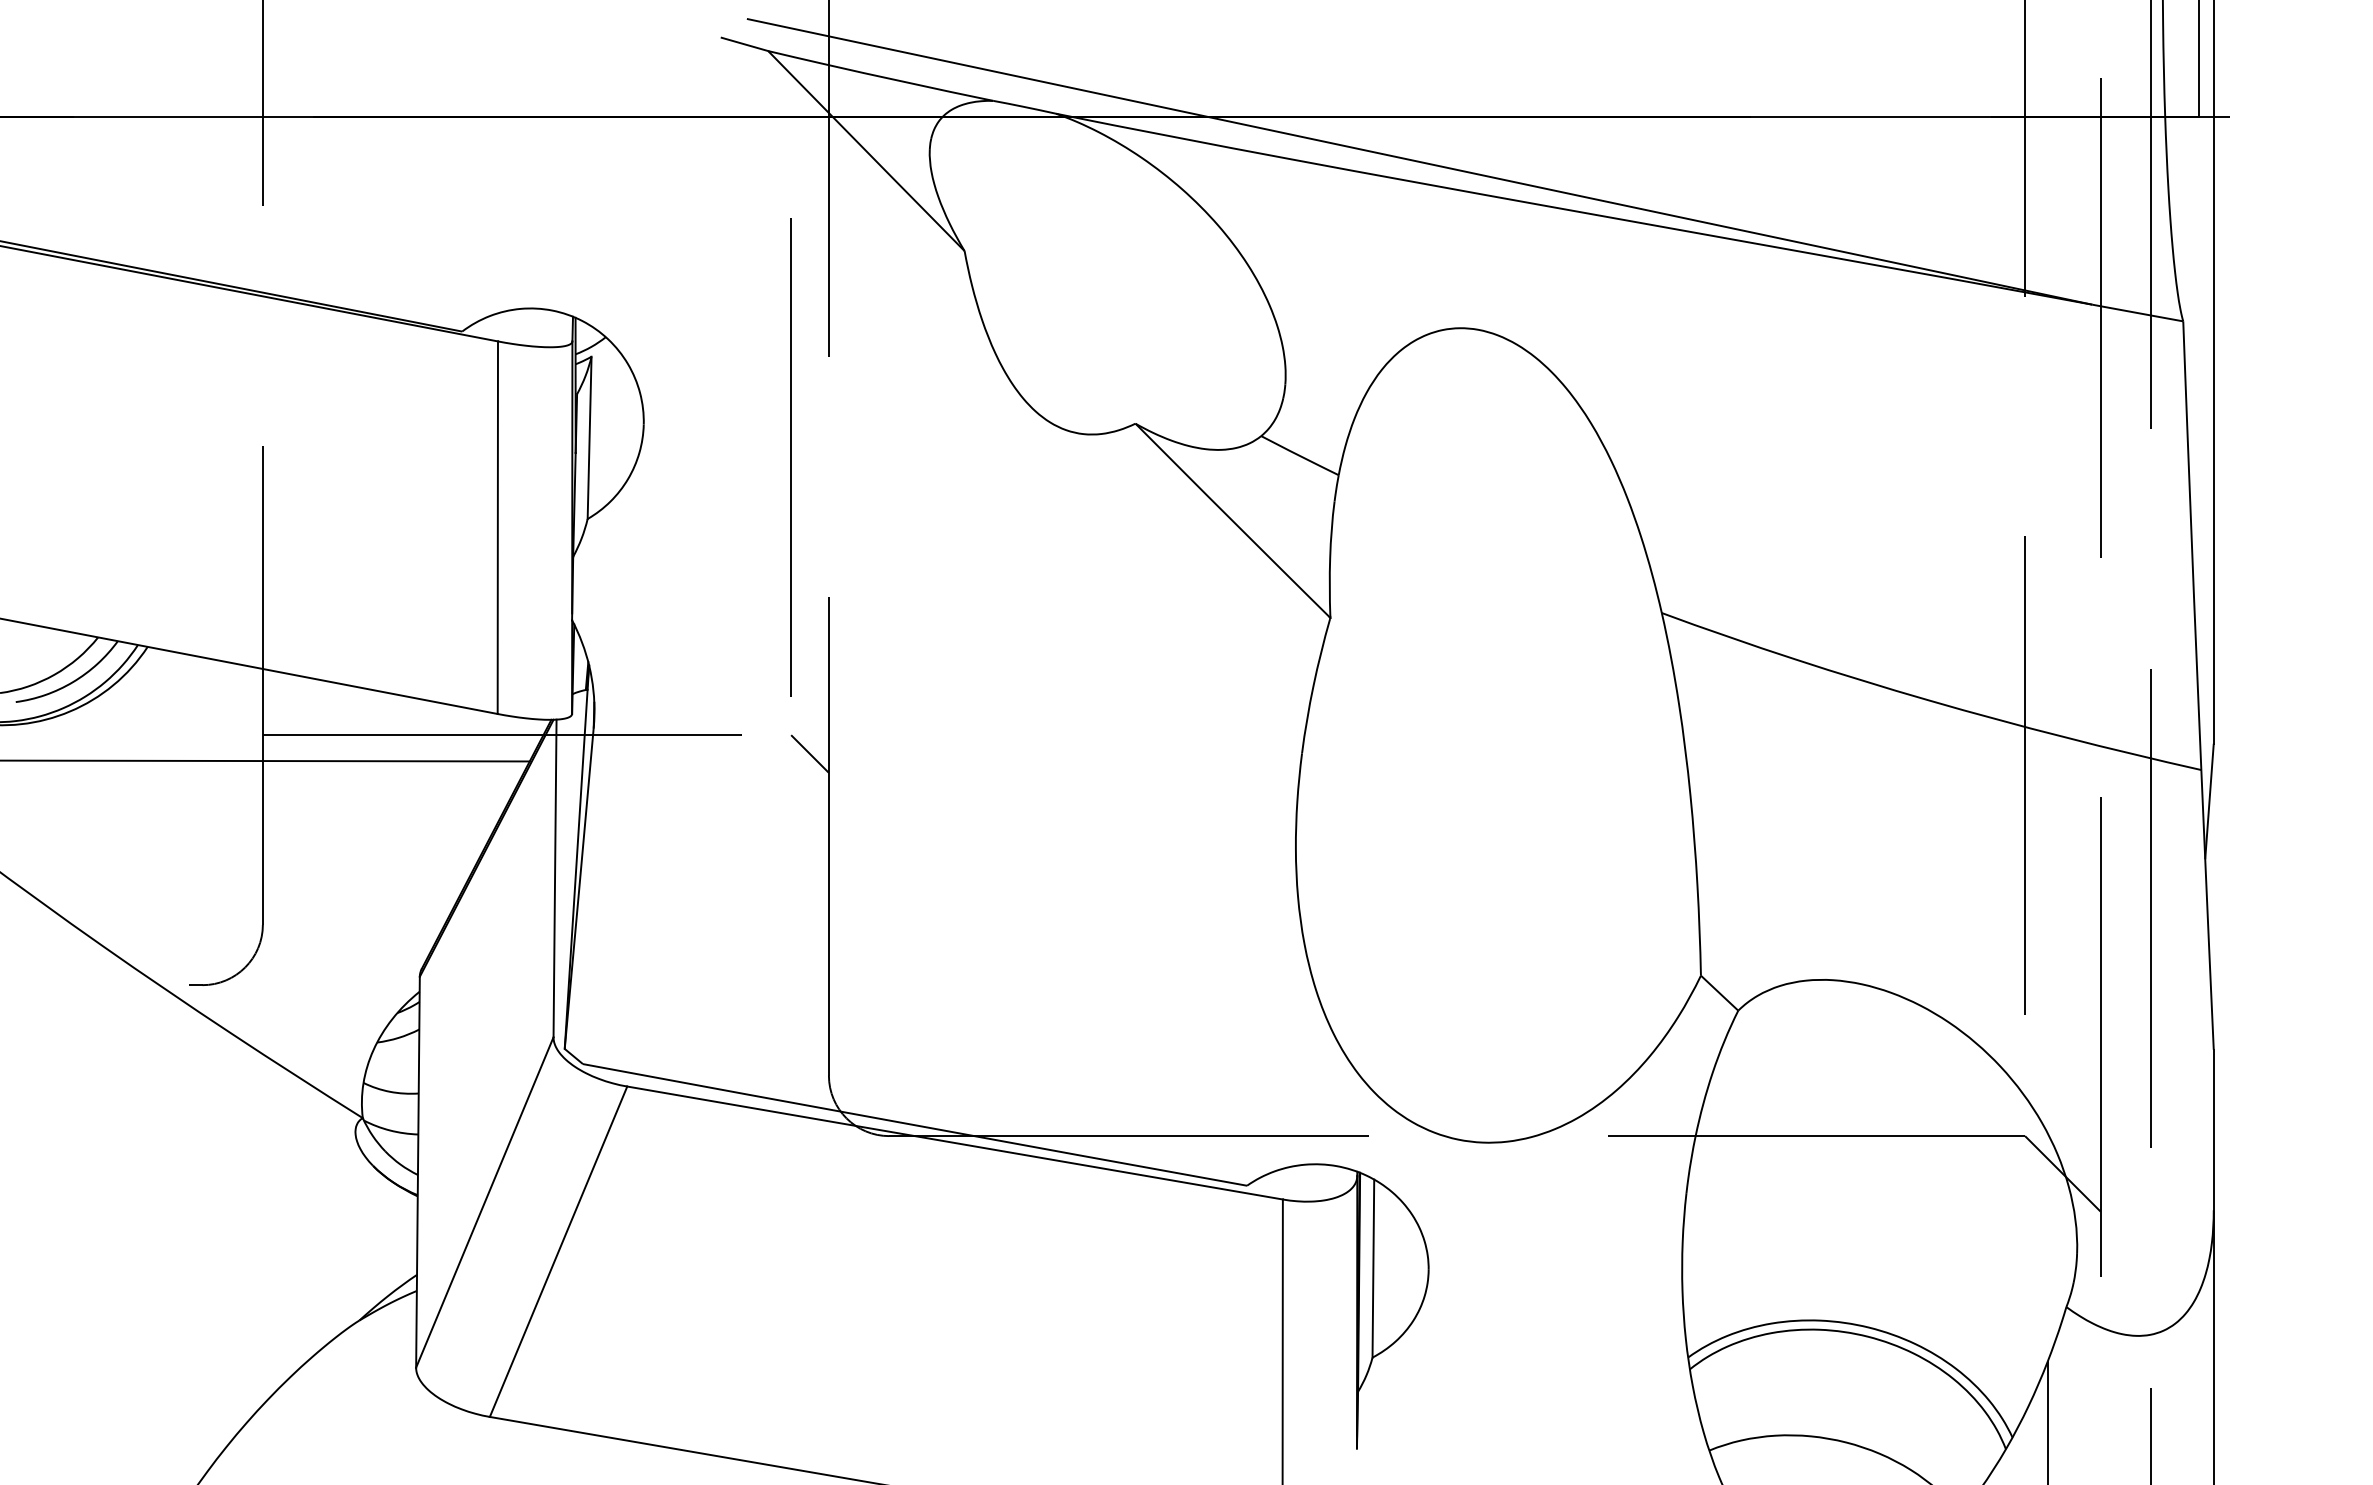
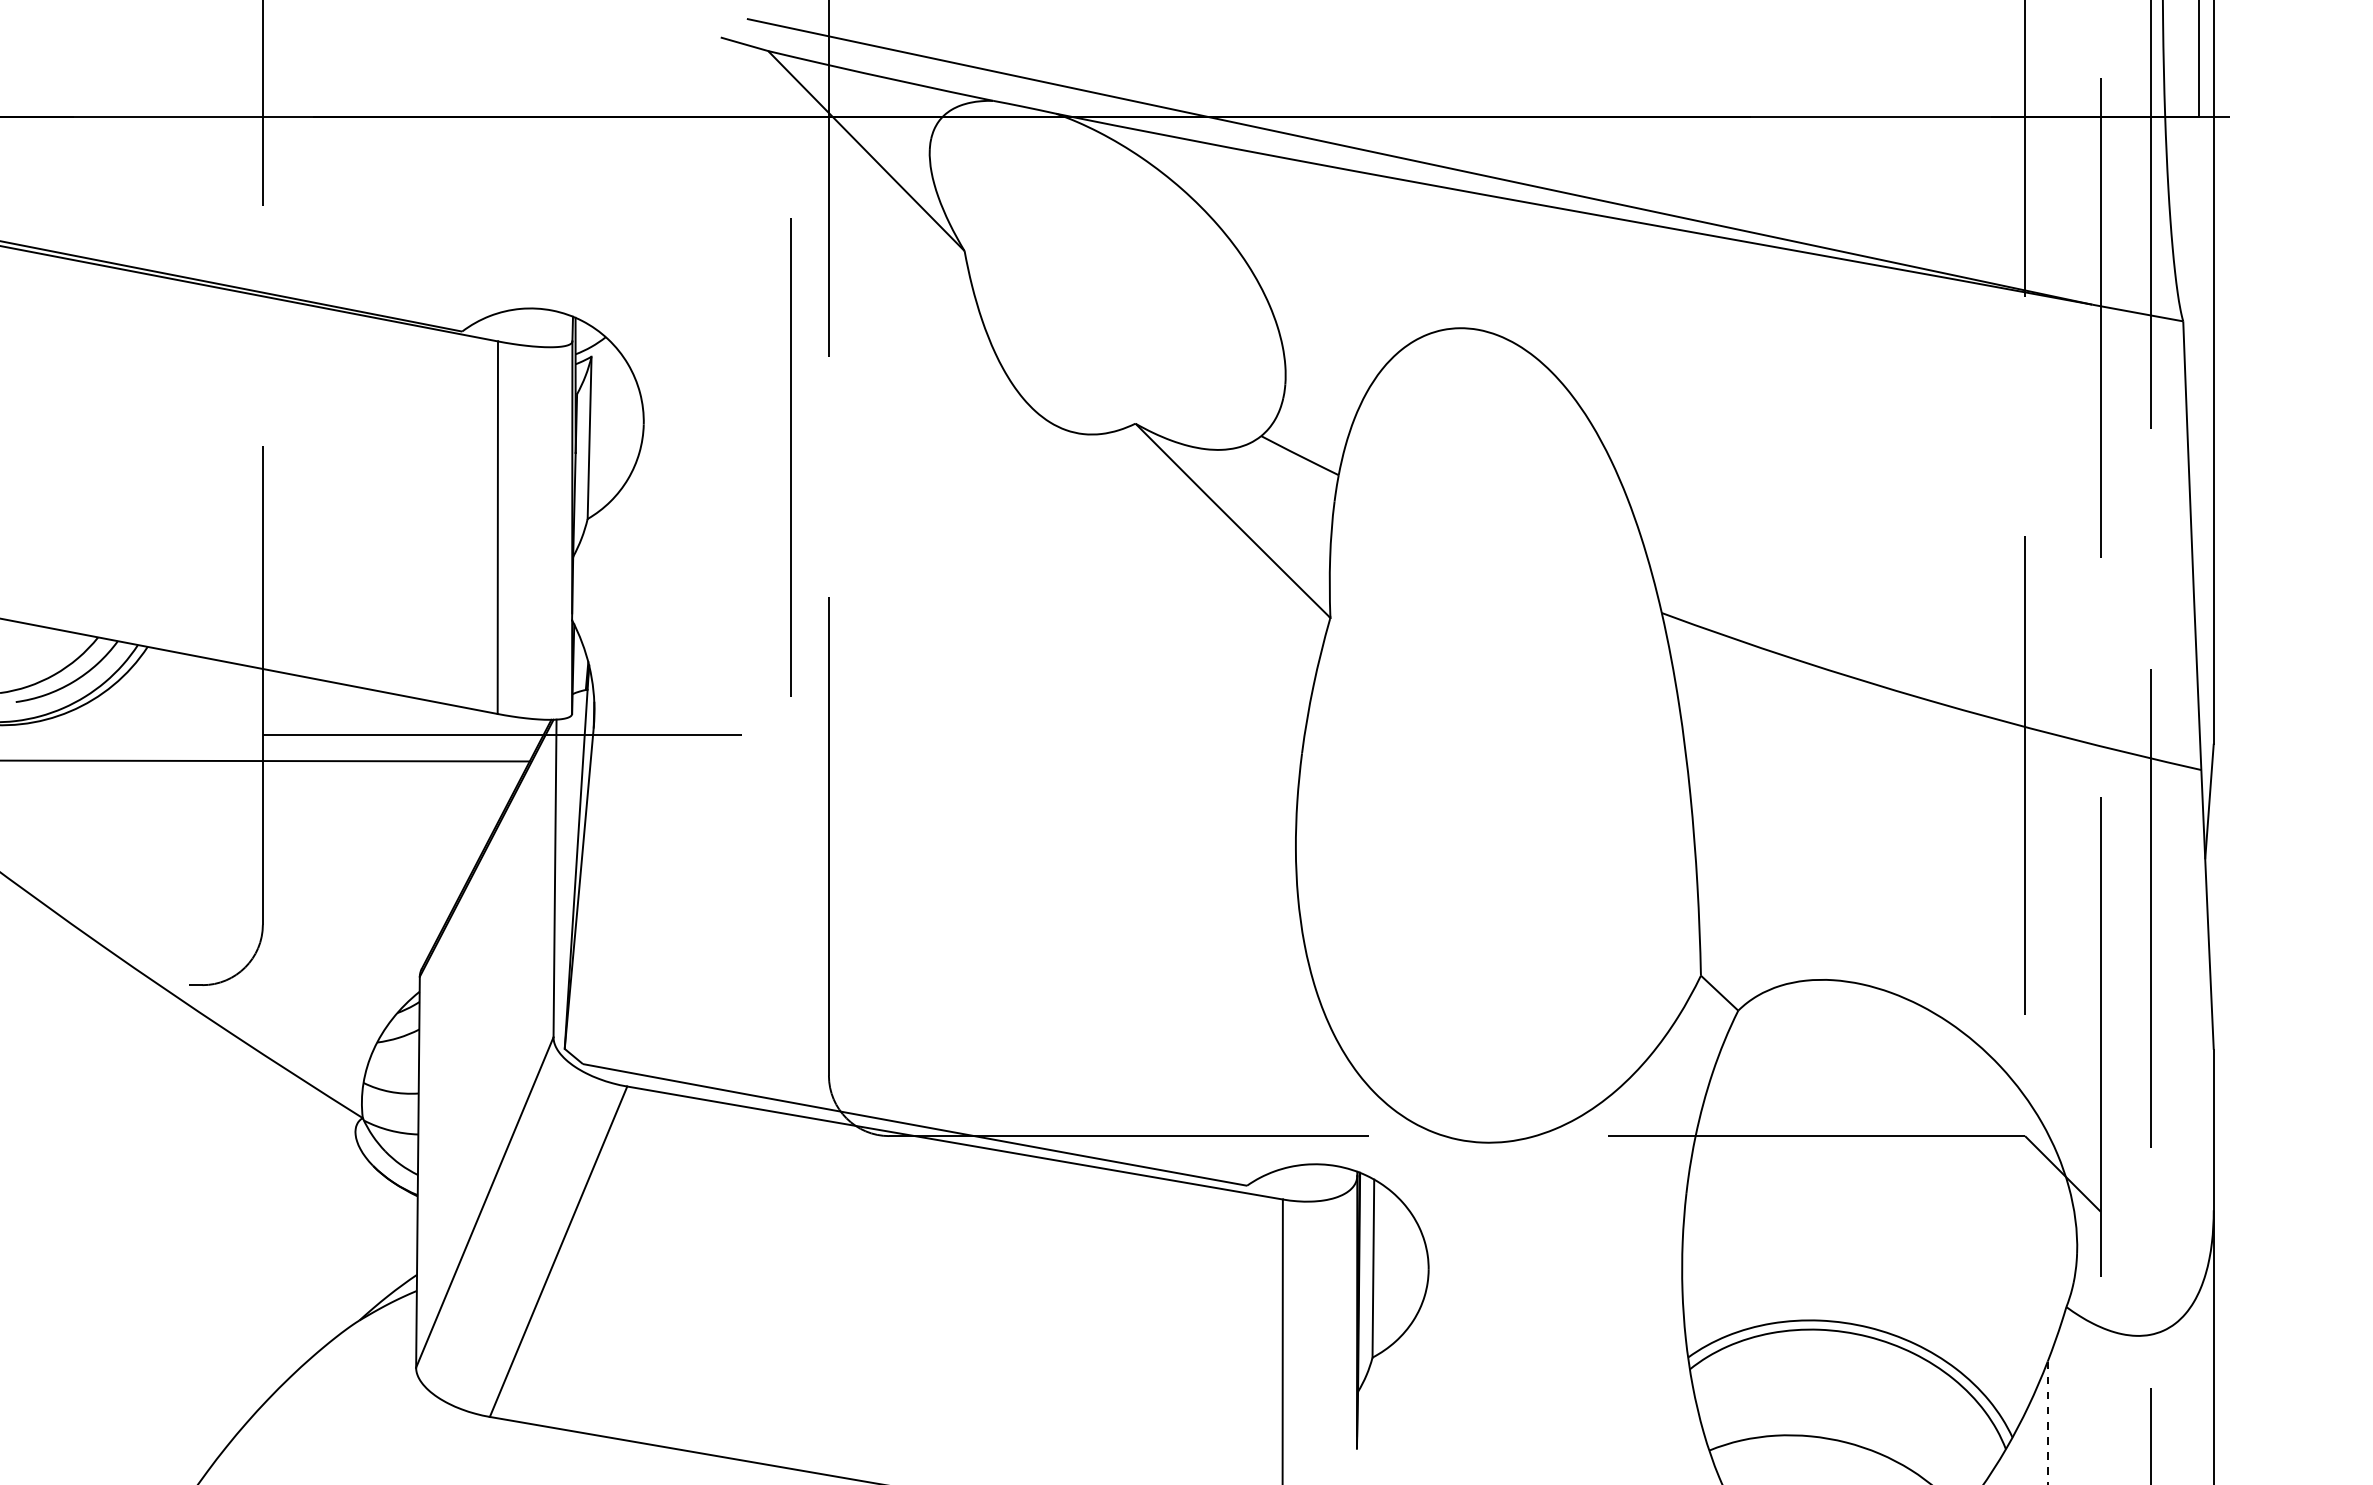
line at (809, 753): present -> none
line at (2047, 1423): solid -> dashed
